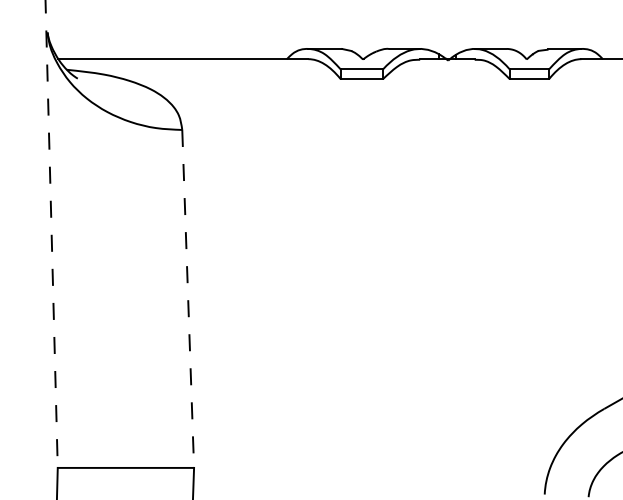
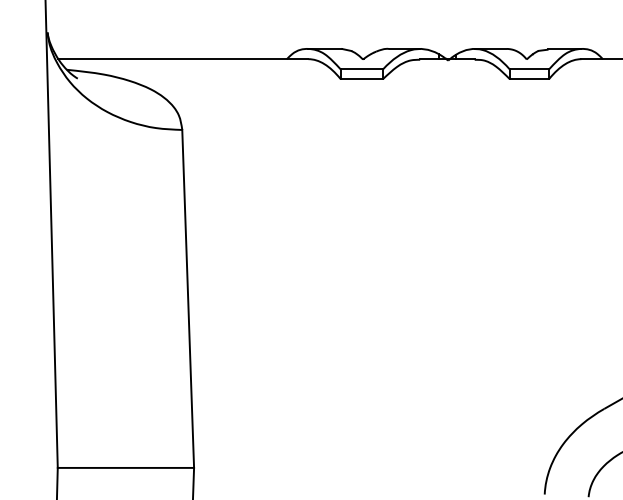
line at (51, 234): dashed -> solid
line at (188, 299): dashed -> solid
